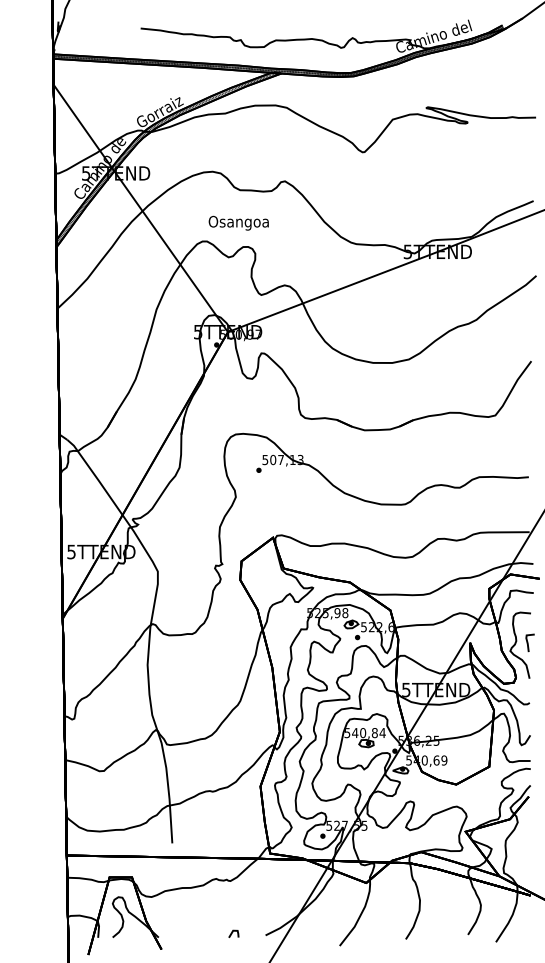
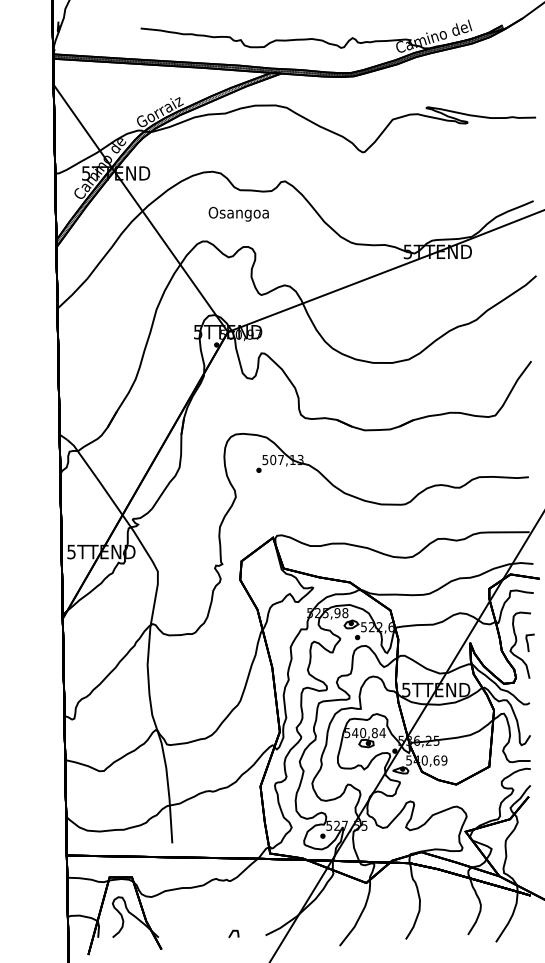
text at (238, 222) position: (238, 222) -> (238, 213)
